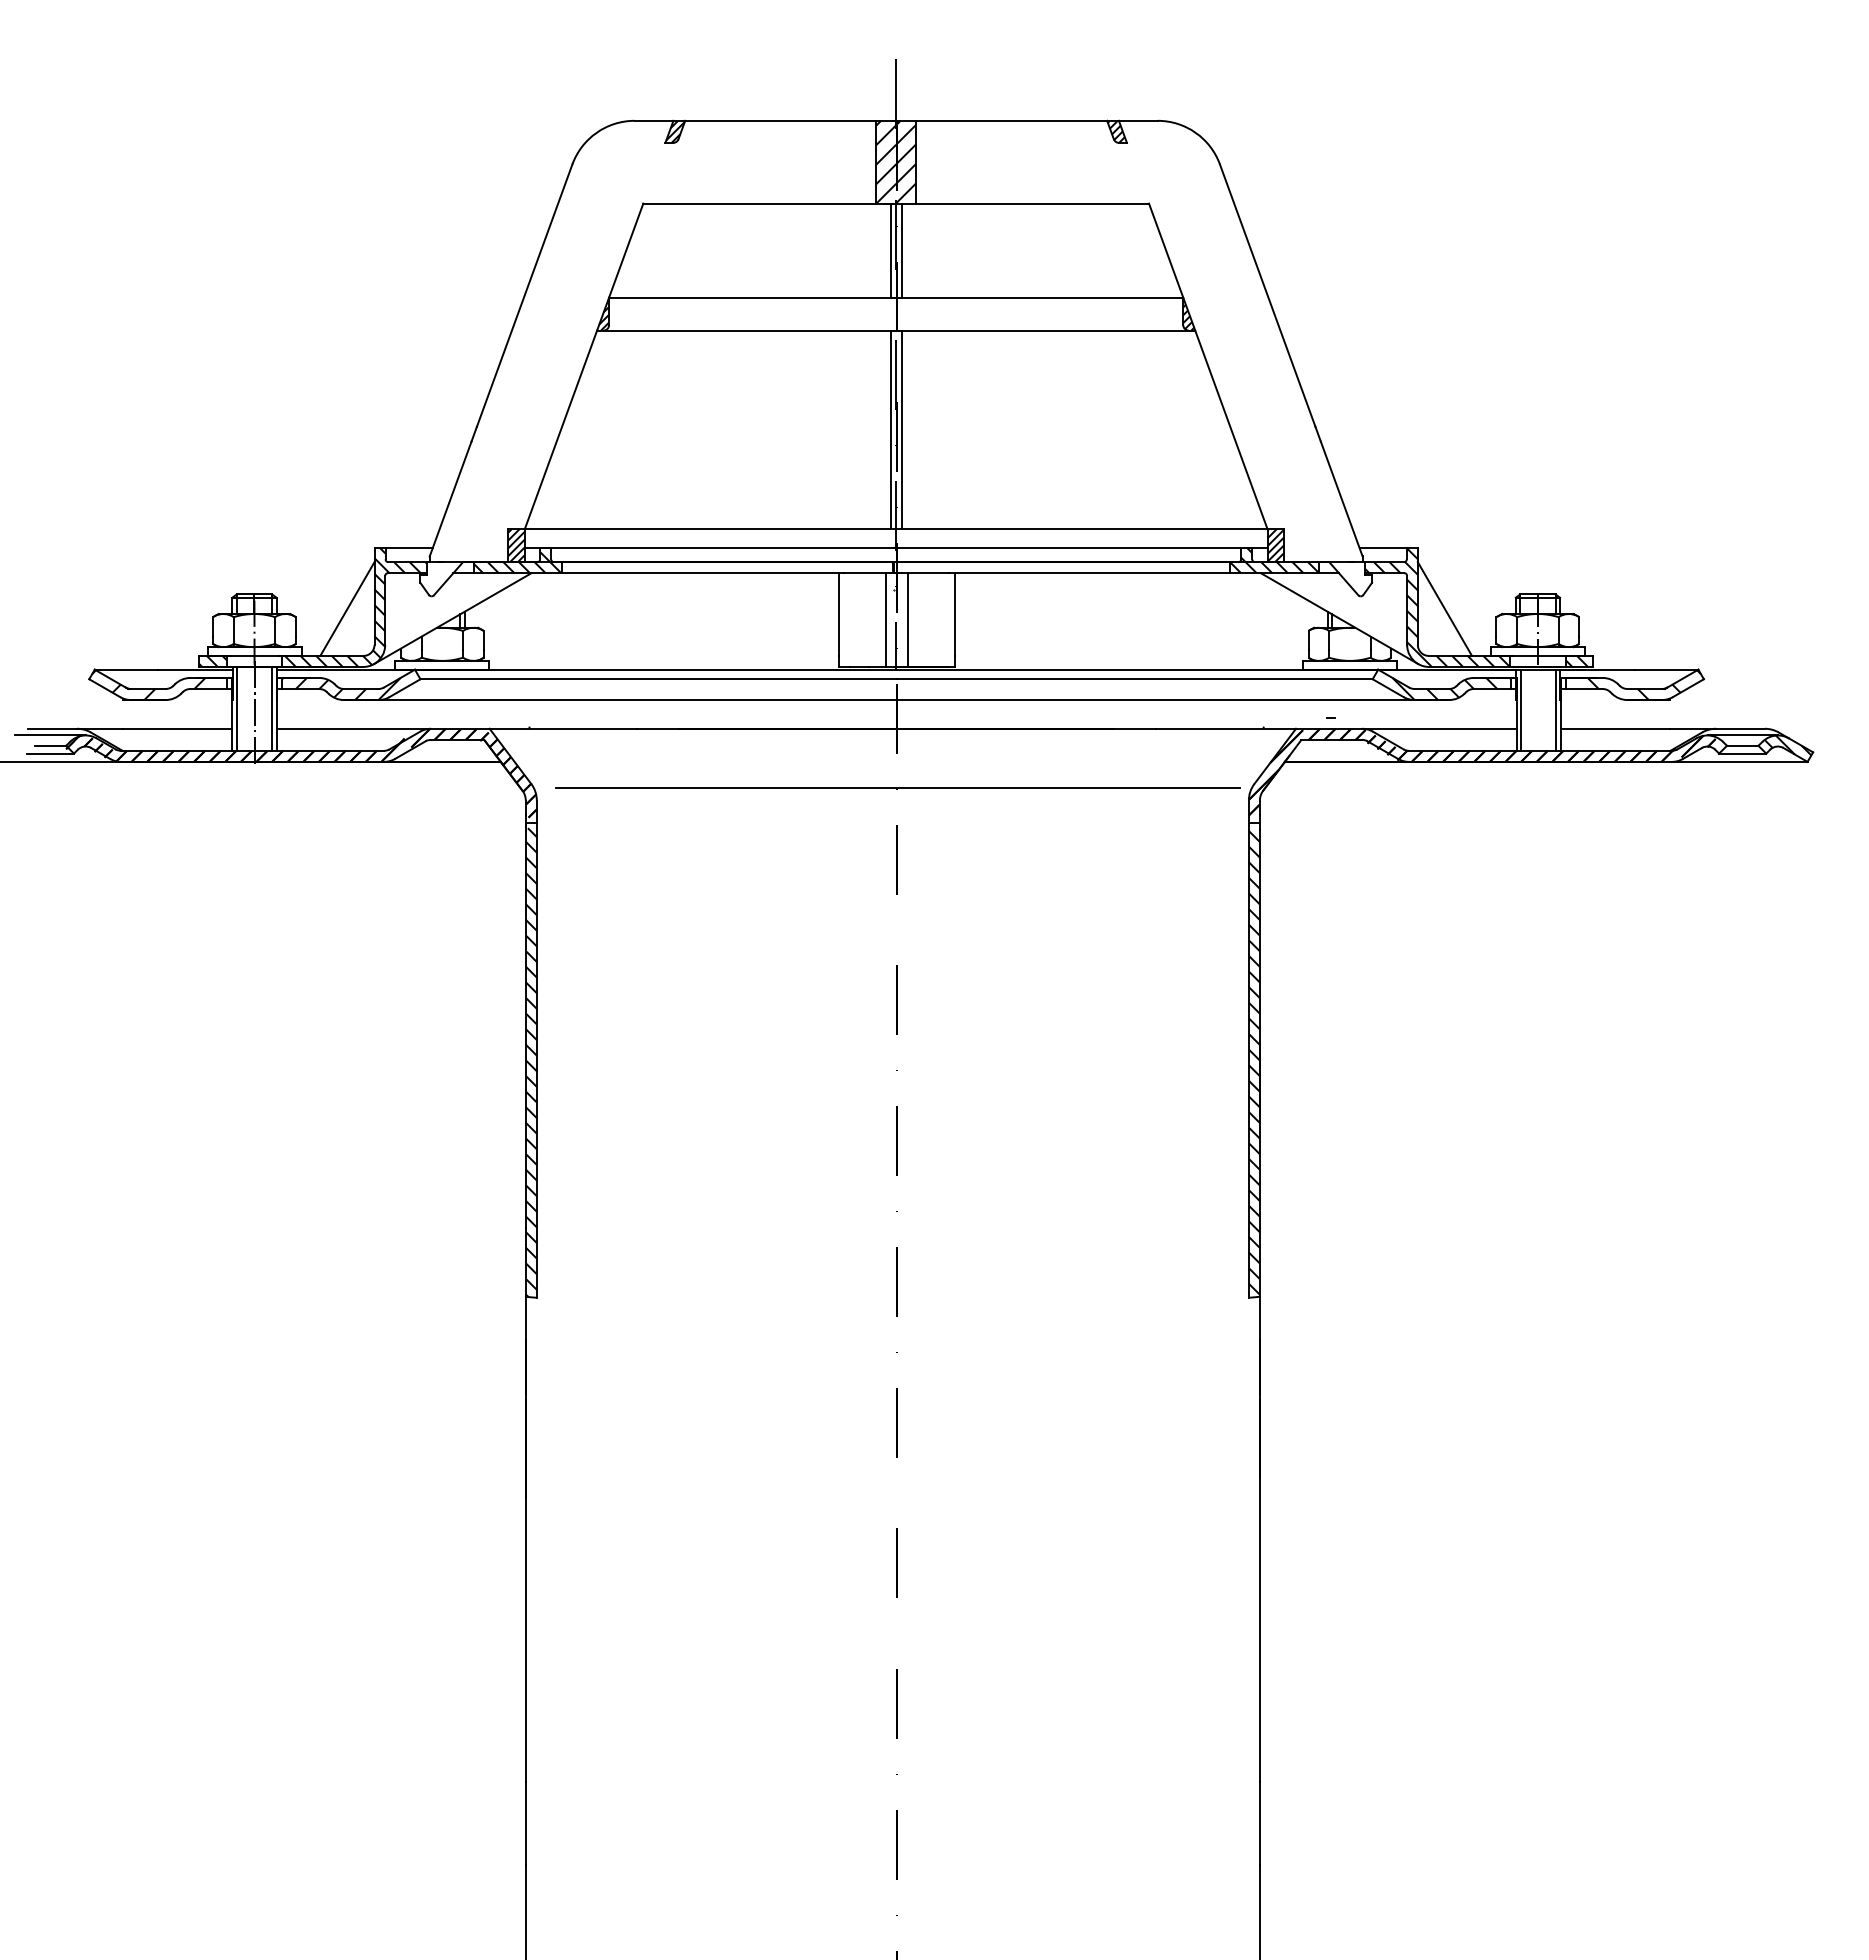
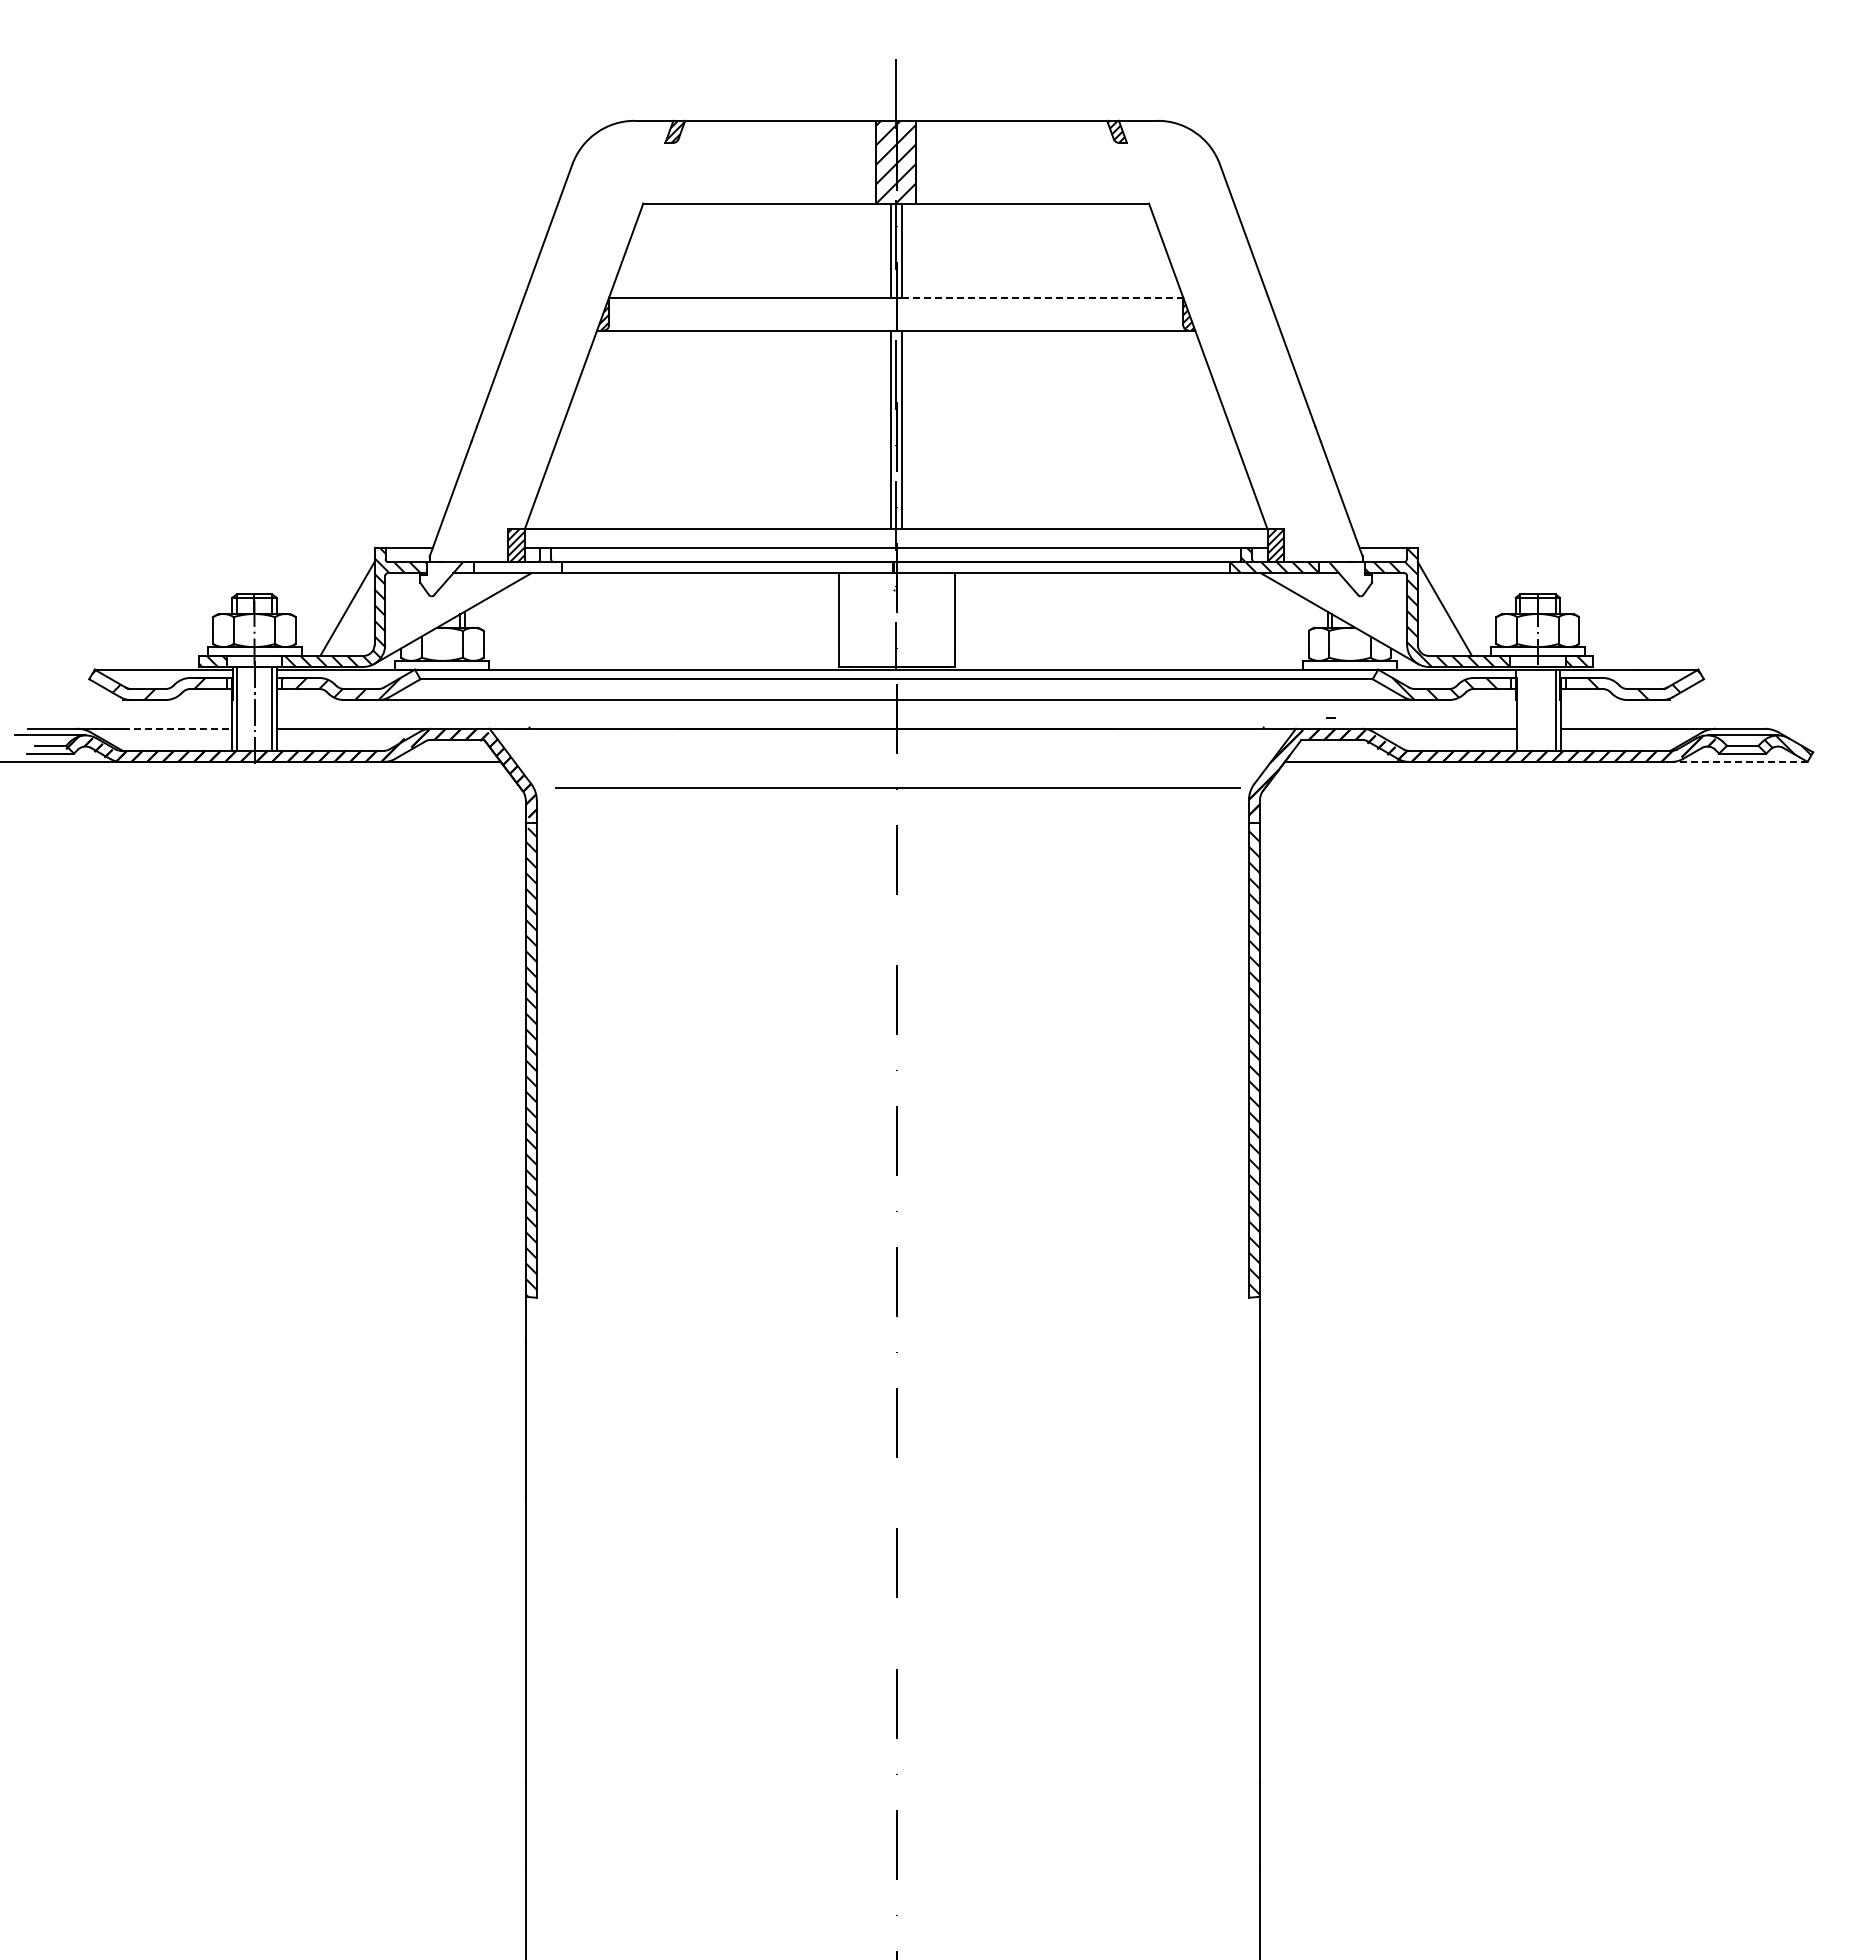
line at (1042, 297): solid -> dashed
hatch at (517, 562): present -> none
line at (885, 619): present -> none
line at (907, 619): present -> none
line at (1520, 709): present -> none
line at (177, 728): solid -> dashed
line at (1739, 761): solid -> dashed
